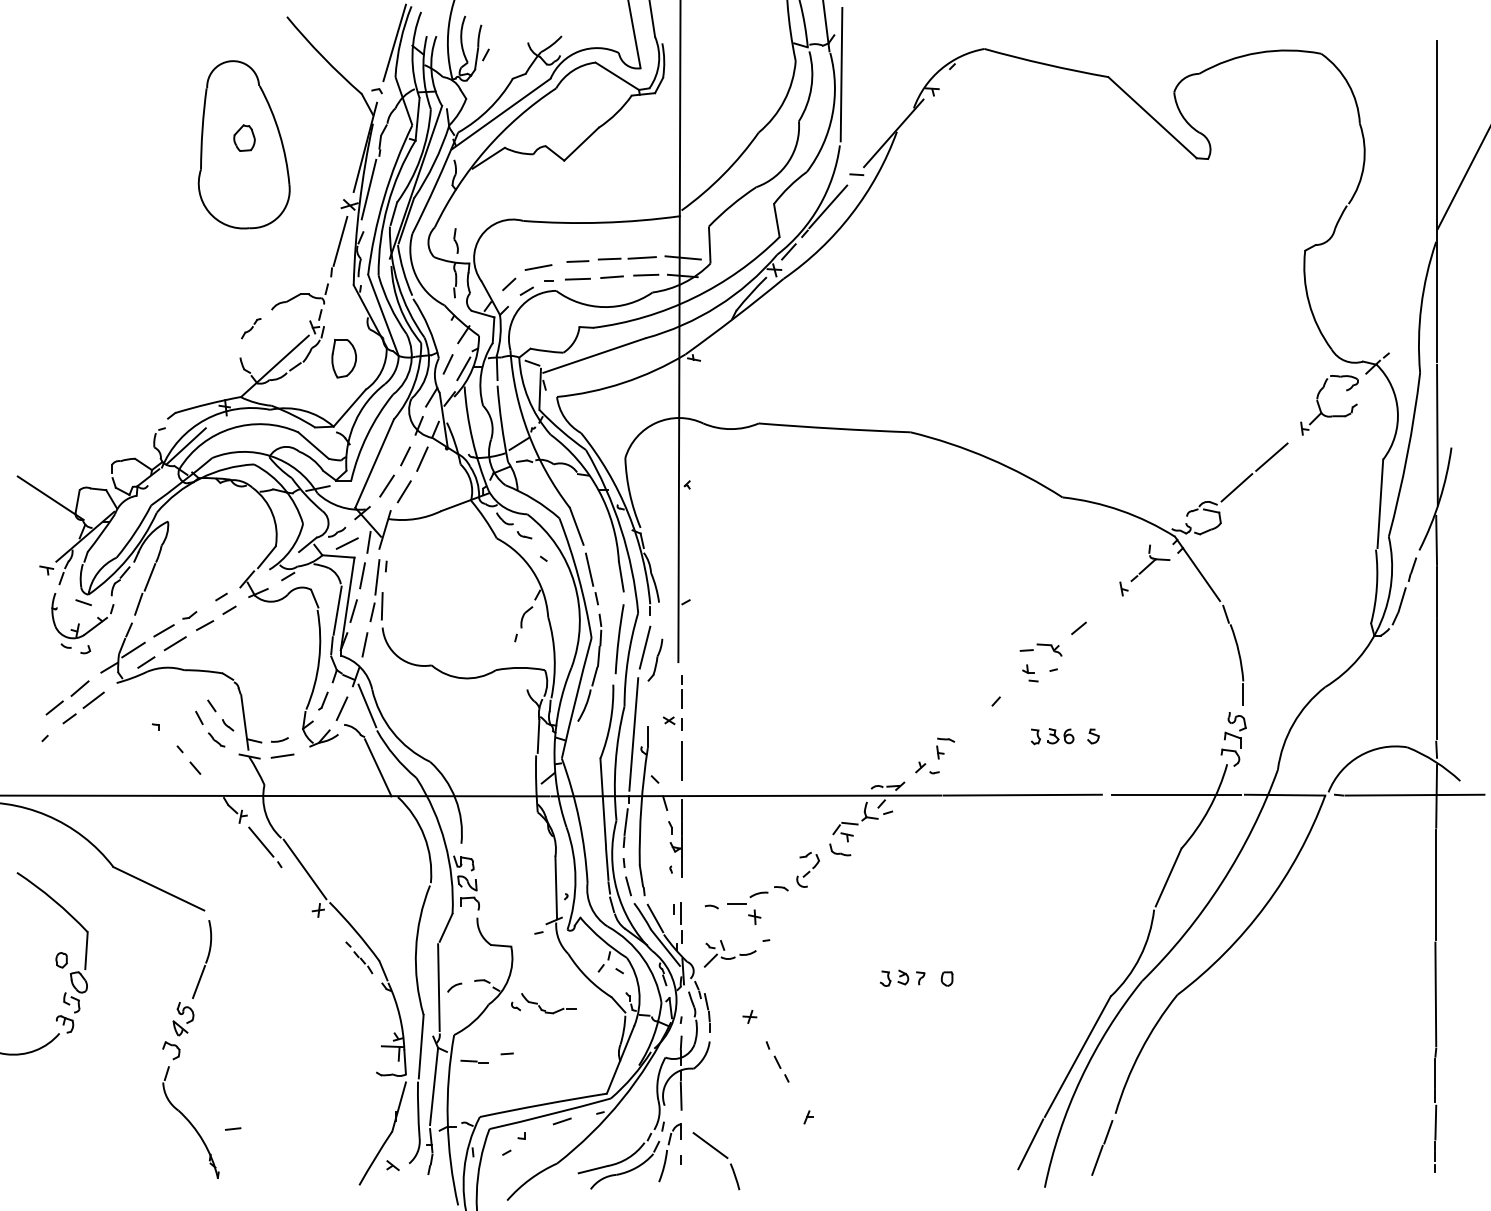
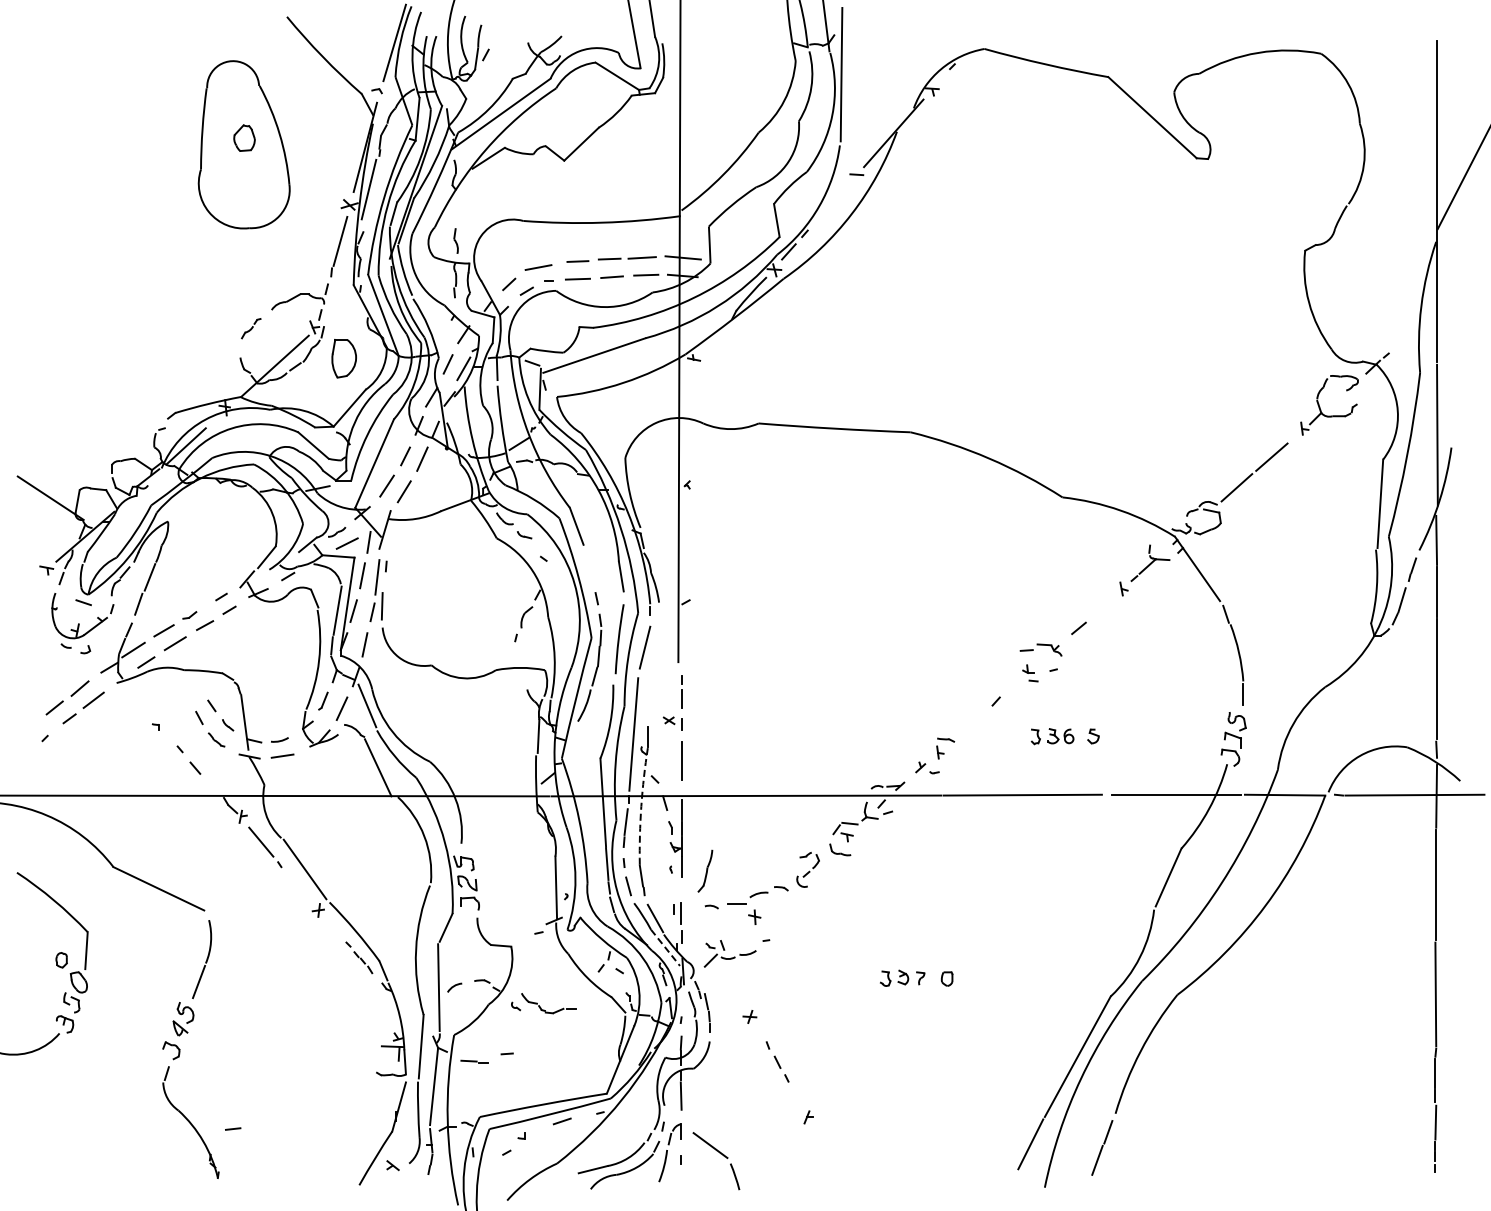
line at (828, 206): present -> none
line at (589, 569): present -> none
part at (655, 659) position: (655, 659) -> (705, 870)
arc at (641, 806): solid -> dashed
line at (665, 948): solid -> dashed
